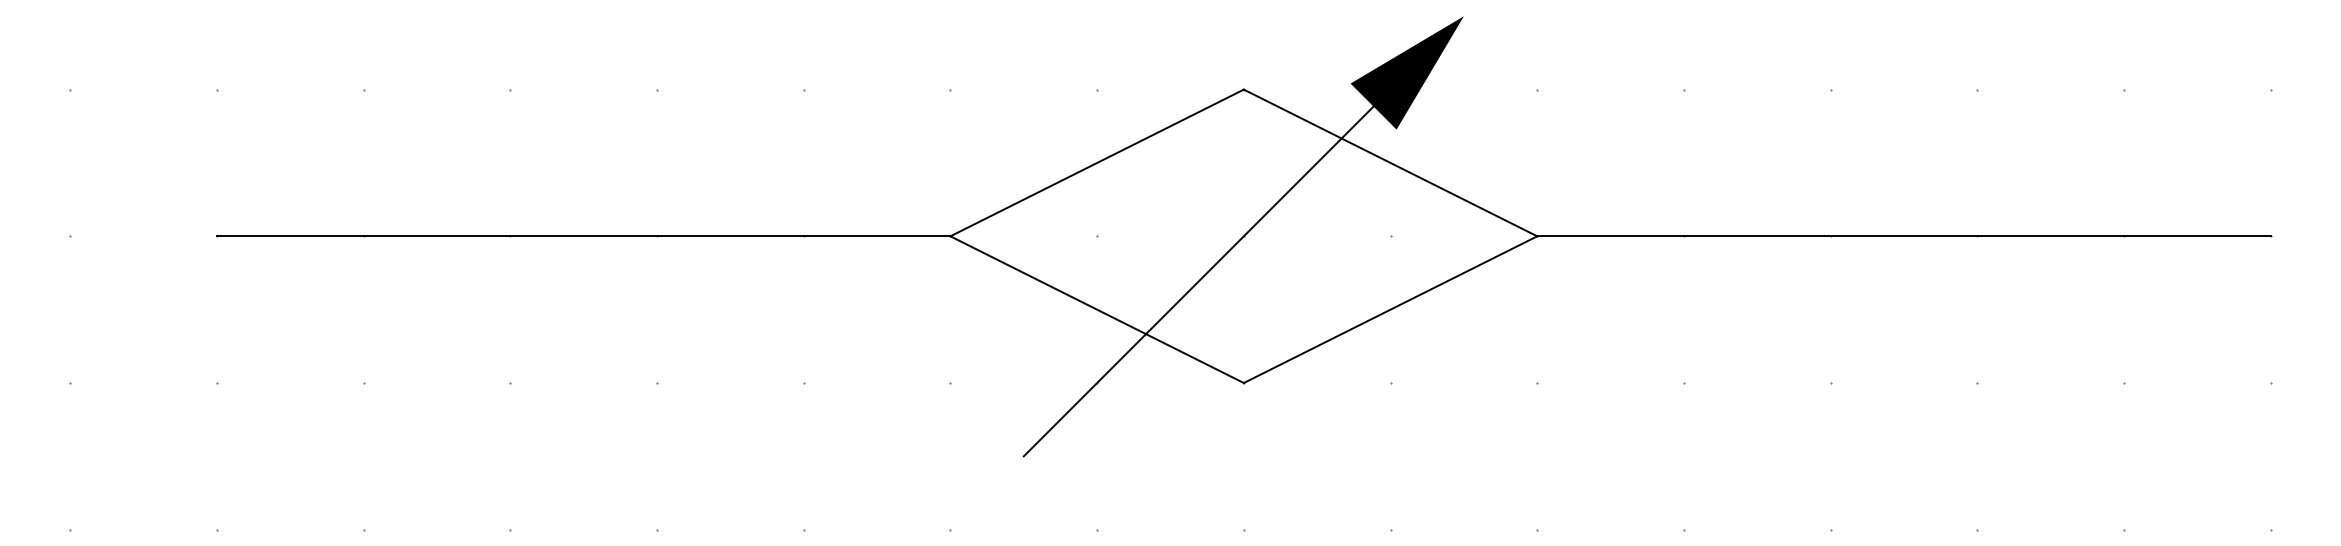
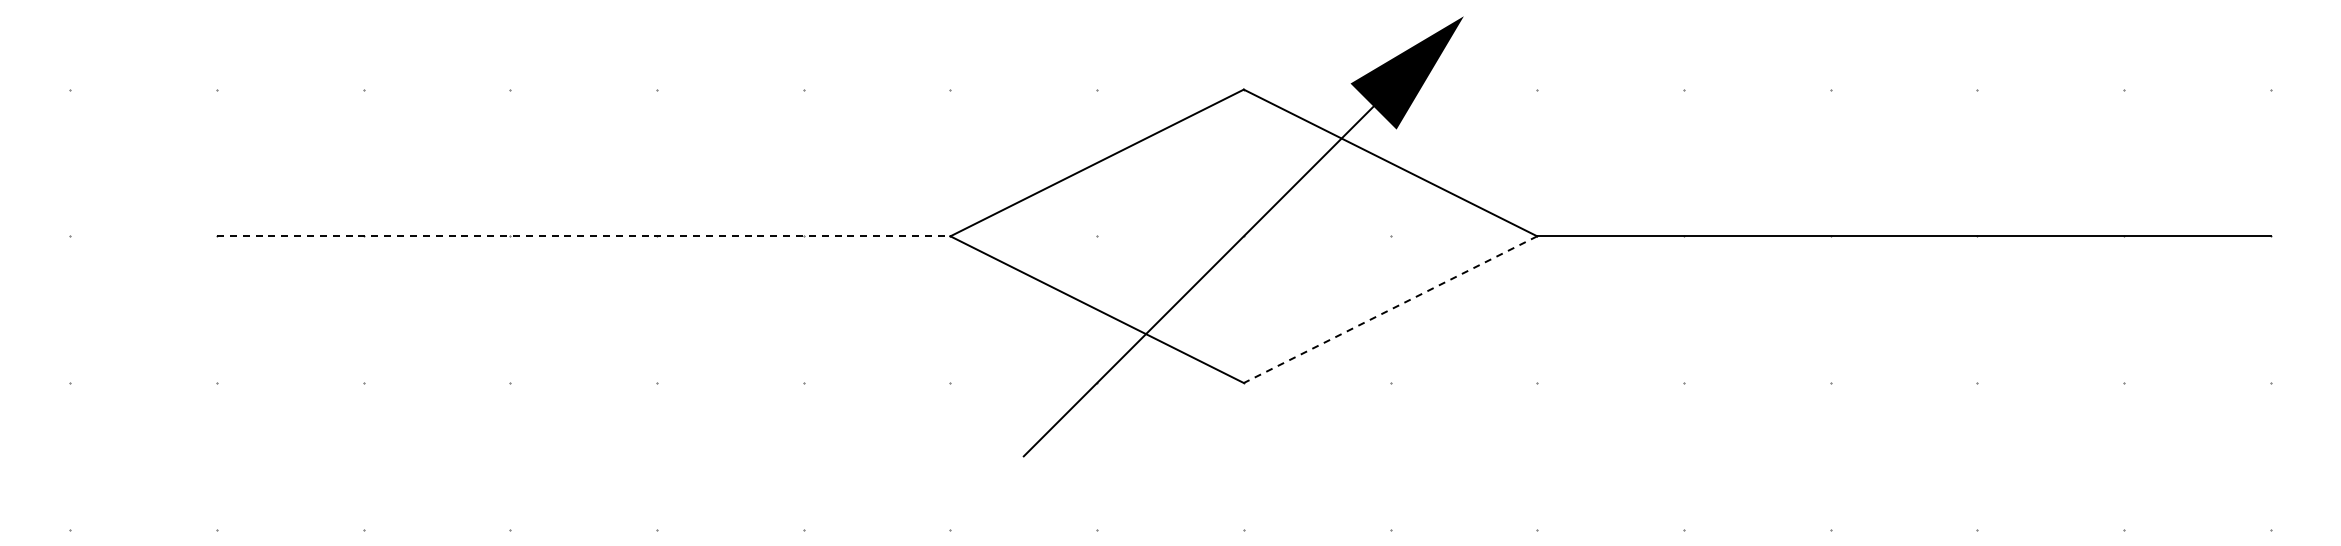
line at (583, 236): solid -> dashed
line at (1390, 309): solid -> dashed
